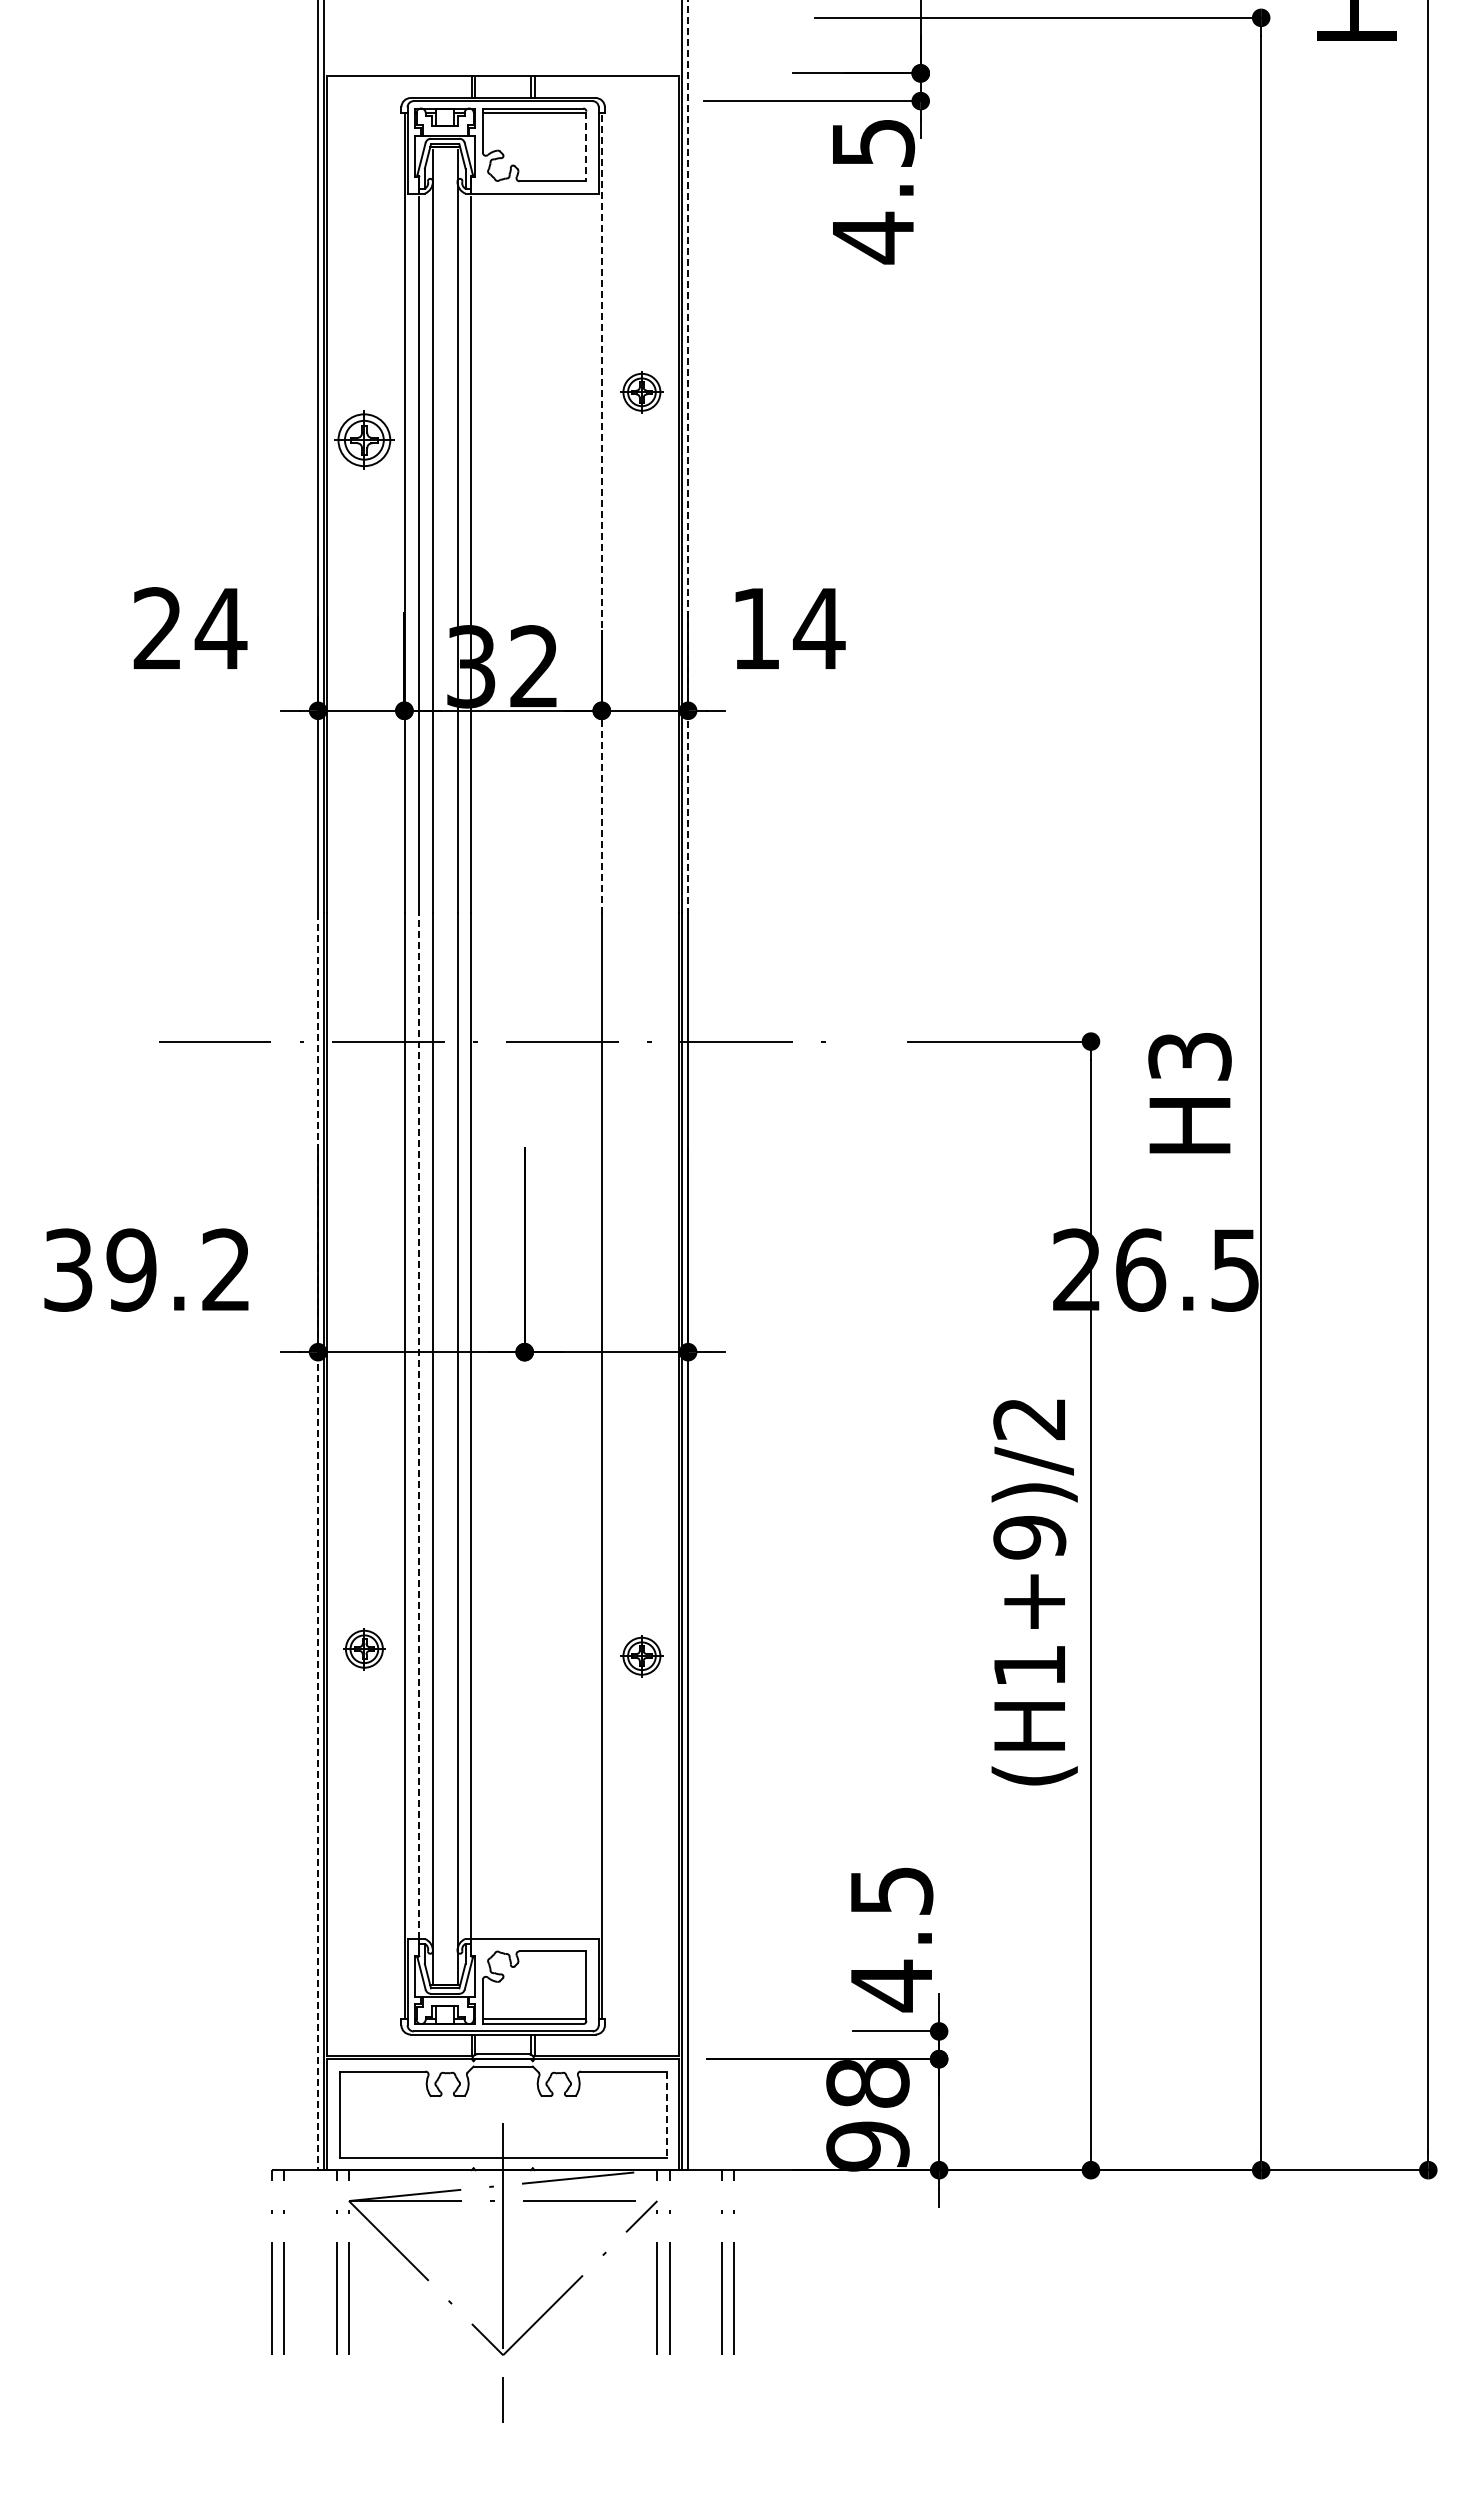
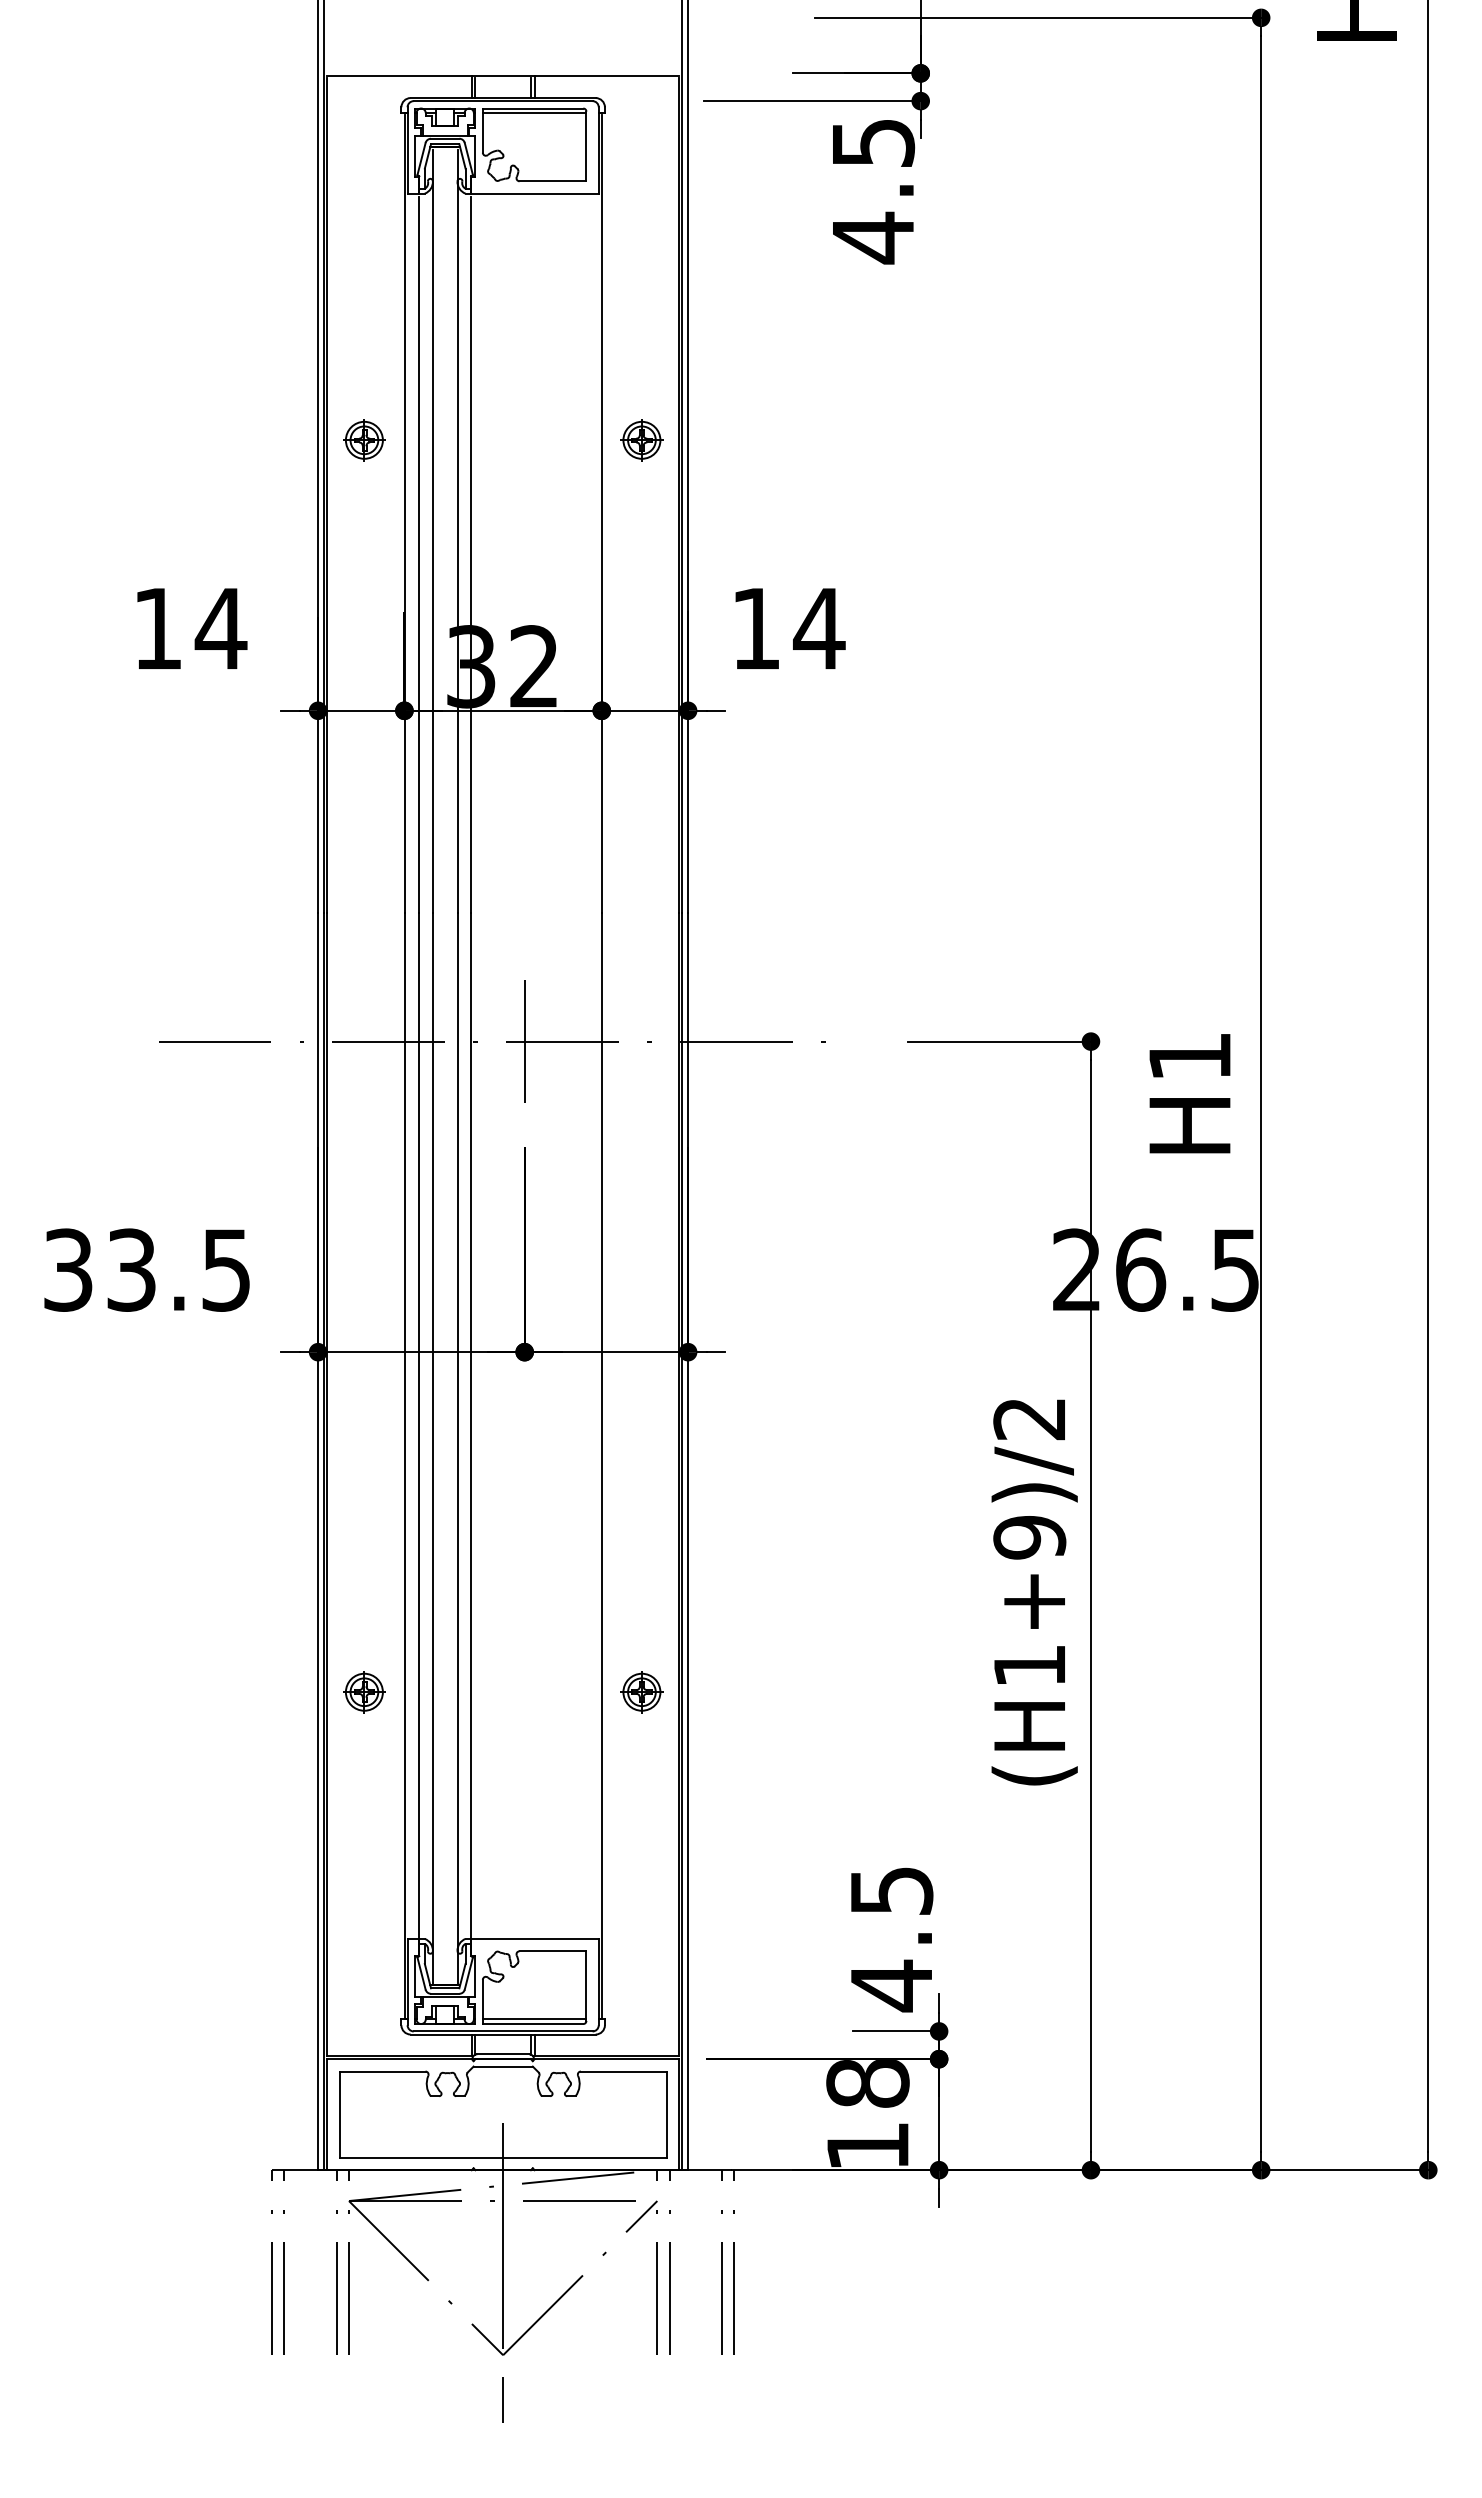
line at (586, 146): dashed -> solid
part at (641, 392) position: (641, 392) -> (641, 440)
part at (364, 439) size: 61x60 px -> 43x43 px
line at (688, 457): dashed -> solid
line at (601, 514): dashed -> solid
text at (156, 627): 24 -> 14
line at (524, 1041): none -> present
text at (1189, 1056): H3 -> H1
text at (177, 1269): 39.2 -> 33.5
line at (419, 1425): dashed -> solid
line at (318, 1541): dashed -> solid
part at (364, 1649) position: (364, 1649) -> (364, 1692)
part at (641, 1656) position: (641, 1656) -> (641, 1692)
line at (666, 2115): dashed -> solid
text at (867, 2146): 98 -> 18
